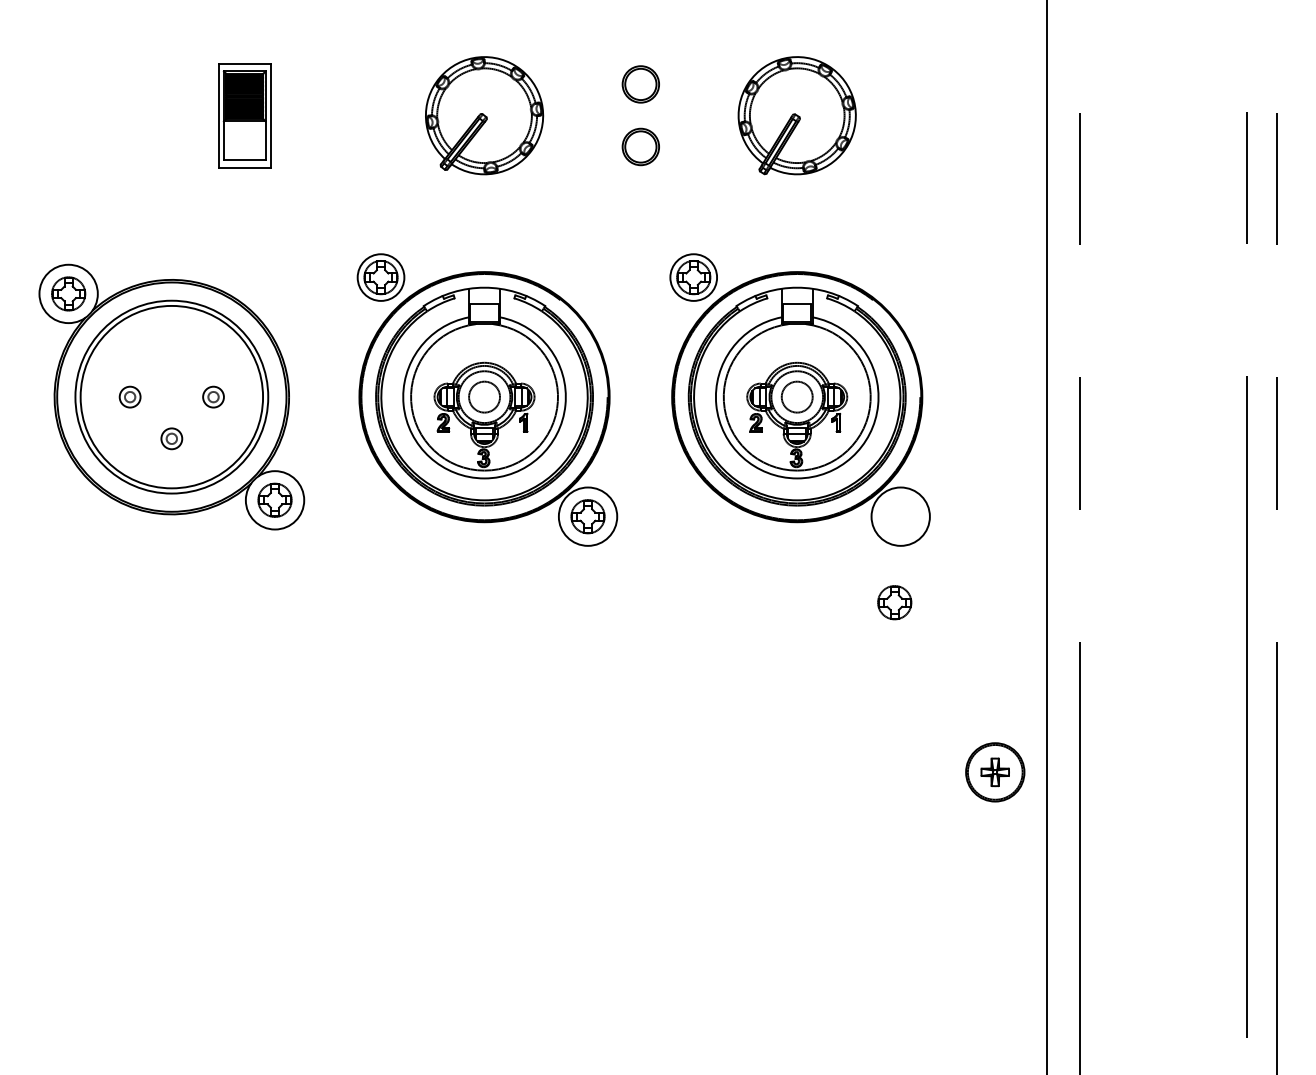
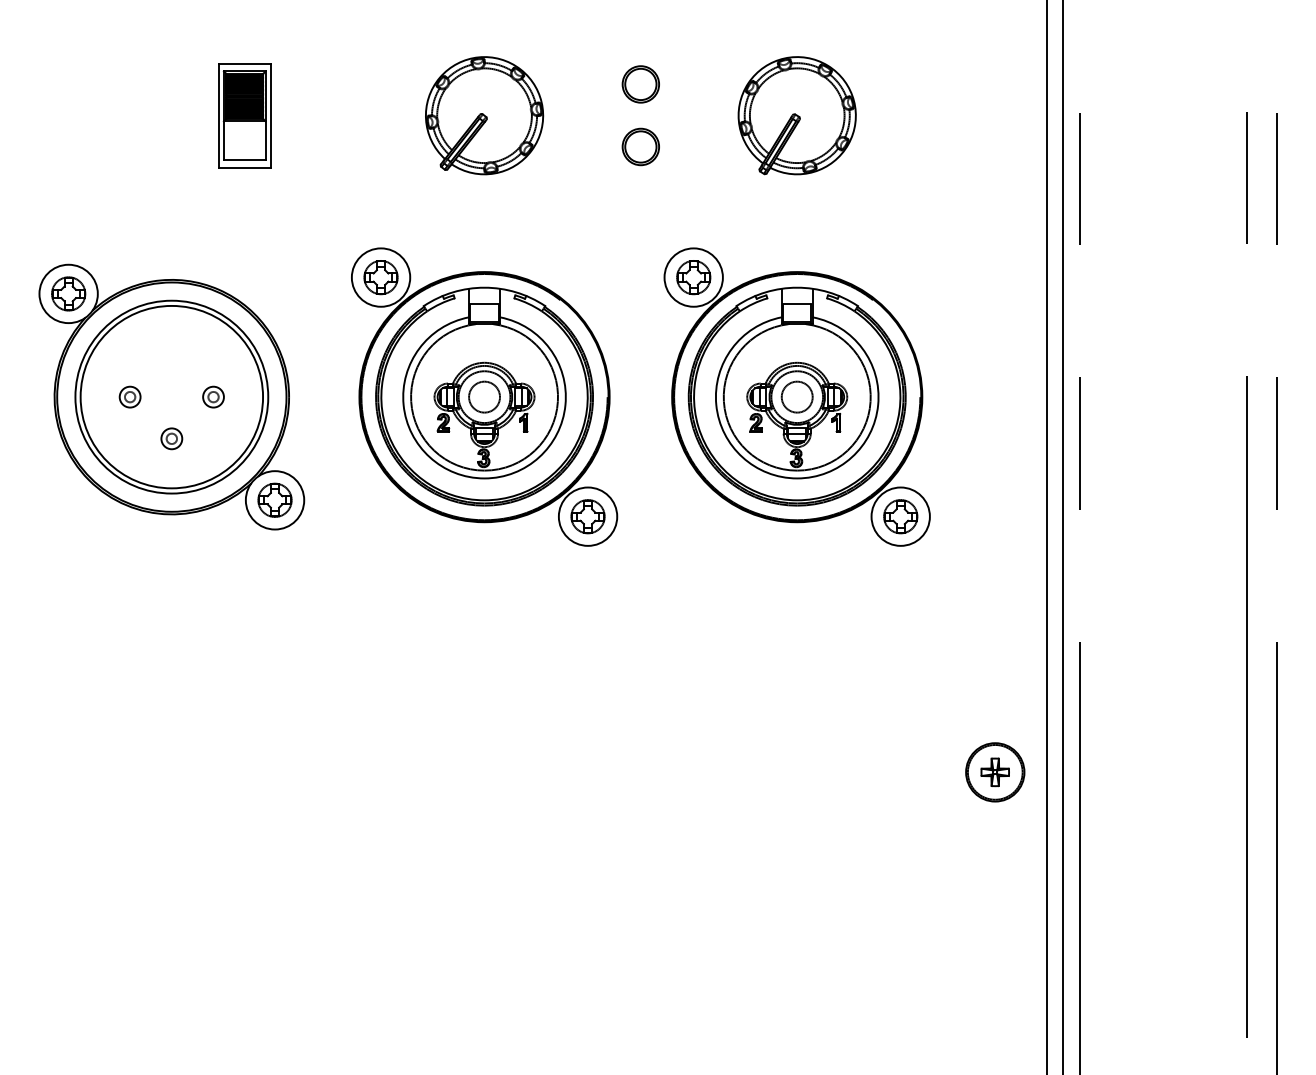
circle at (380, 277) diameter: 47 px -> 58 px
circle at (693, 277) diameter: 47 px -> 58 px
line at (1063, 536): none -> present
part at (894, 602) position: (894, 602) -> (900, 516)
